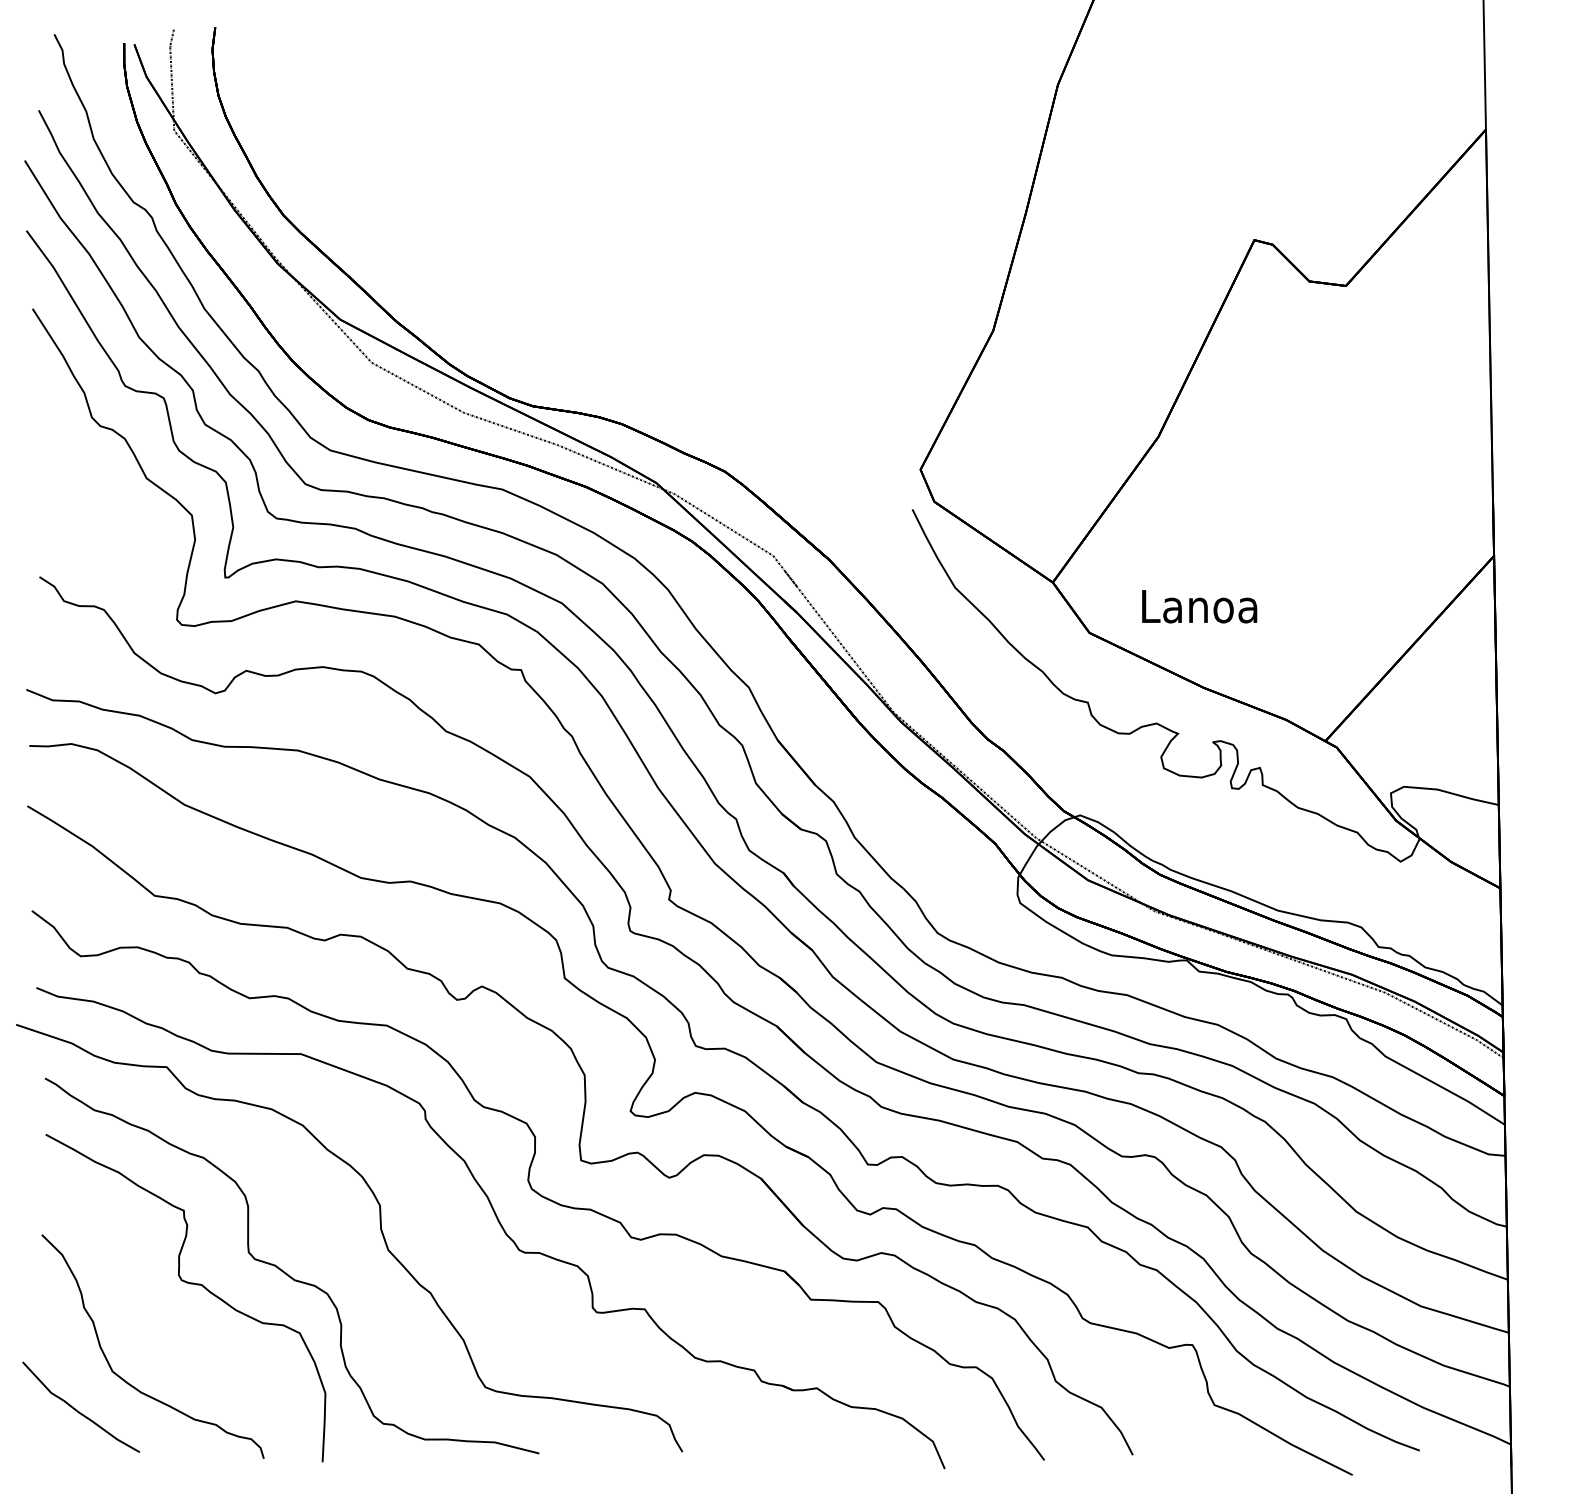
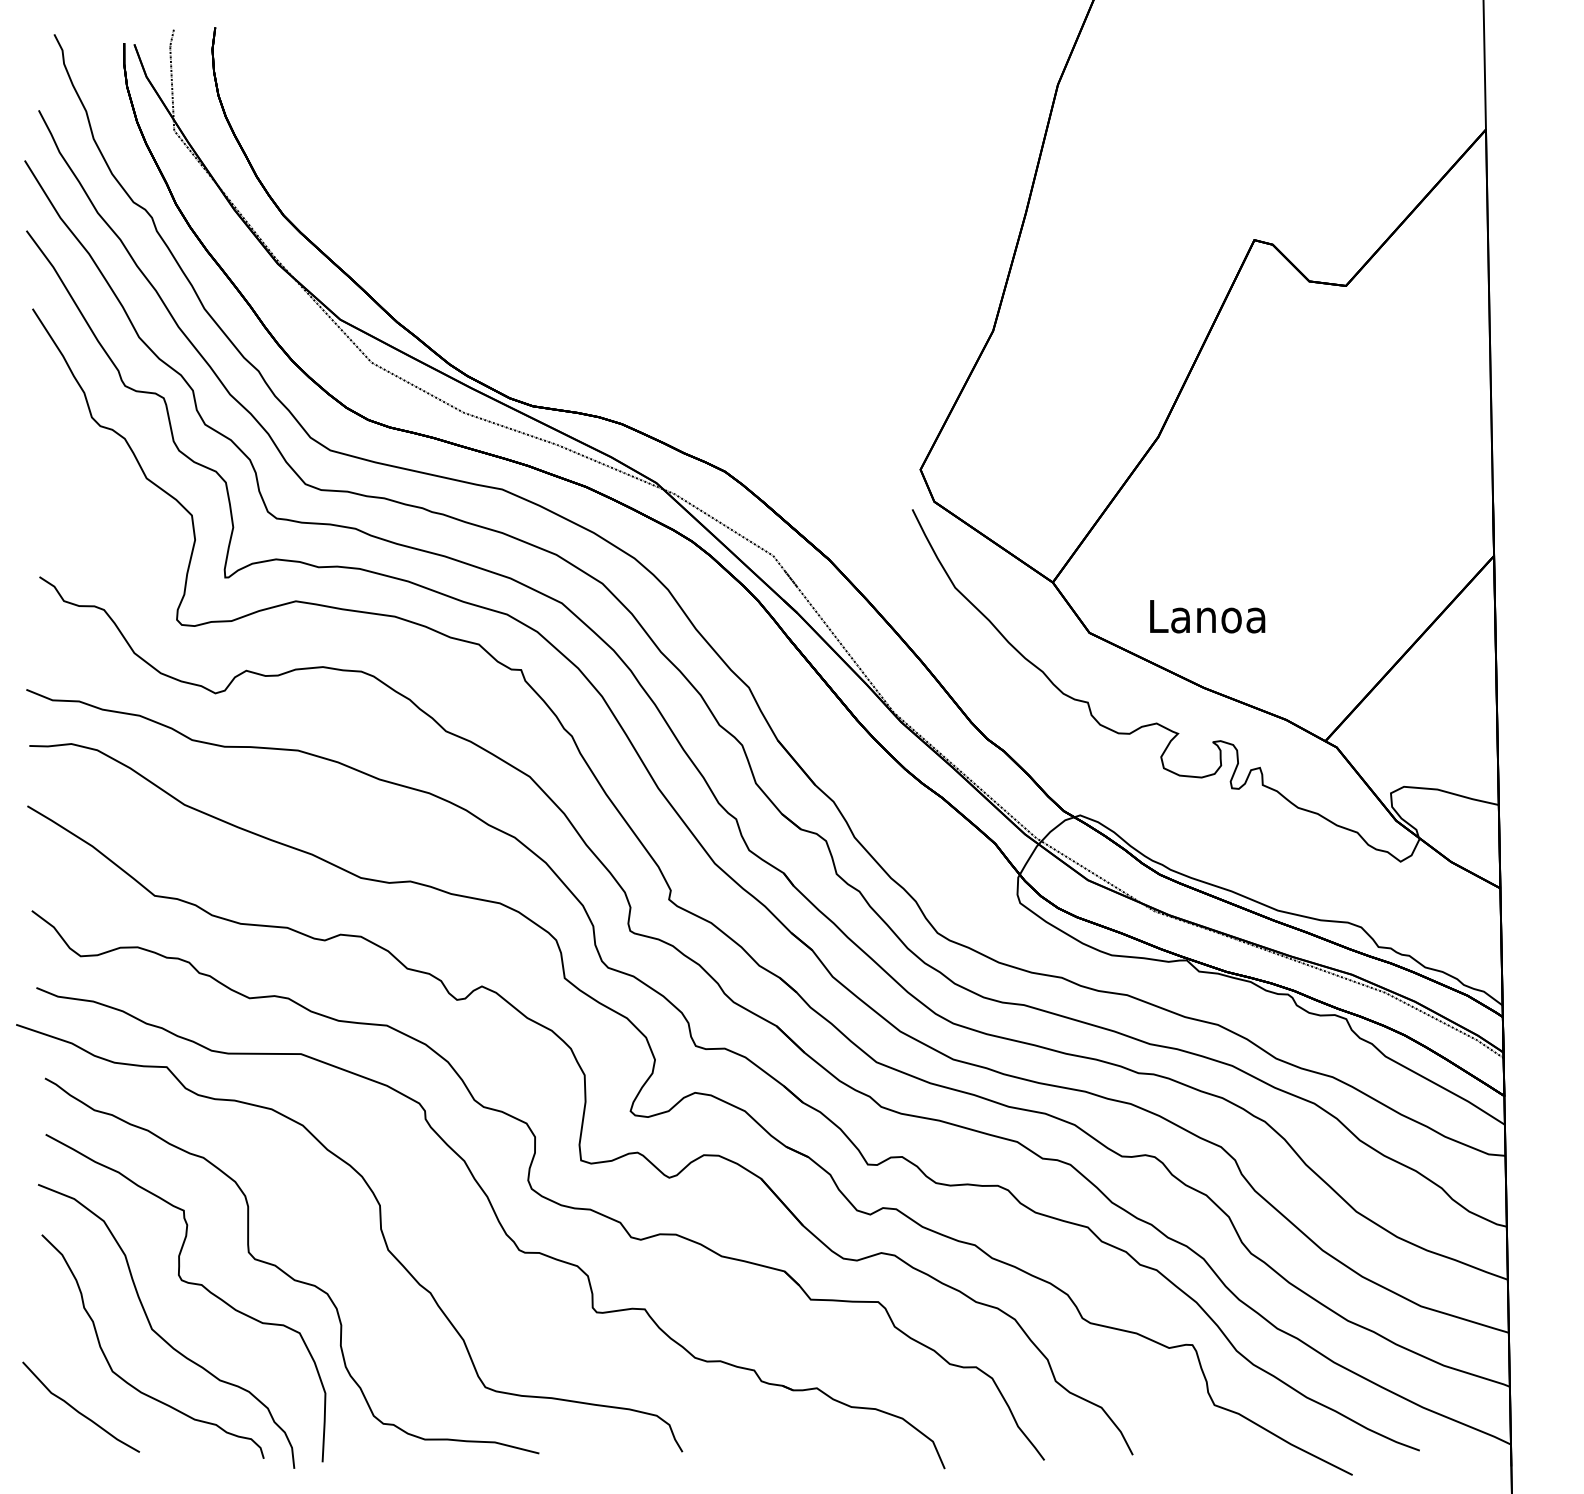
text at (1199, 606) position: (1199, 606) -> (1207, 616)
part at (158, 1333): none -> present
